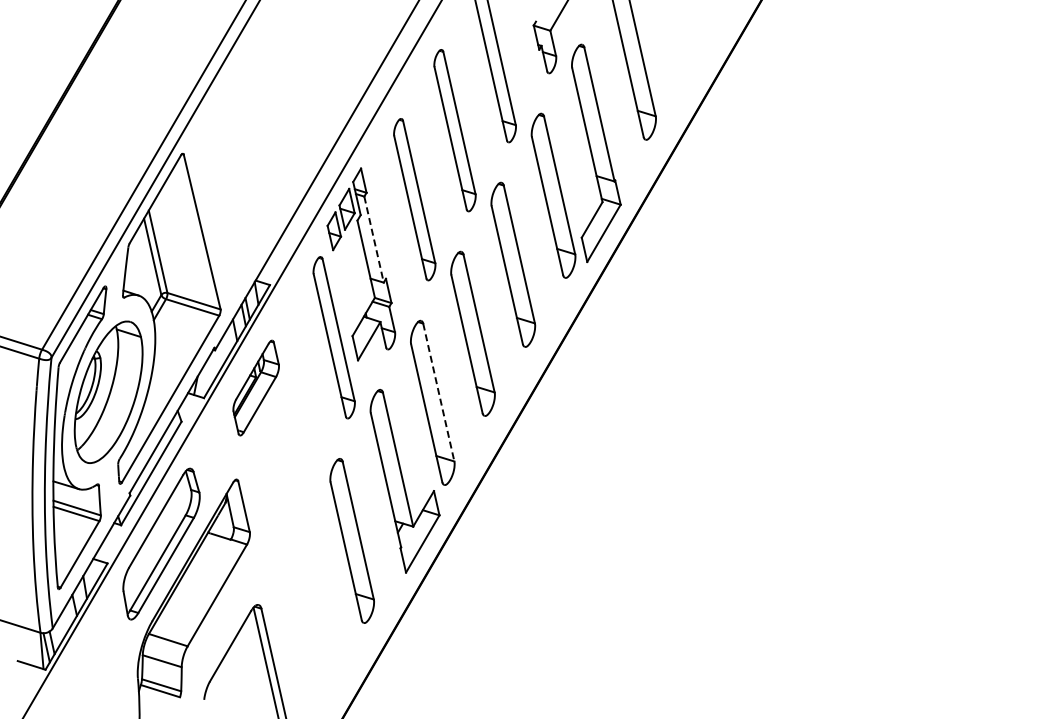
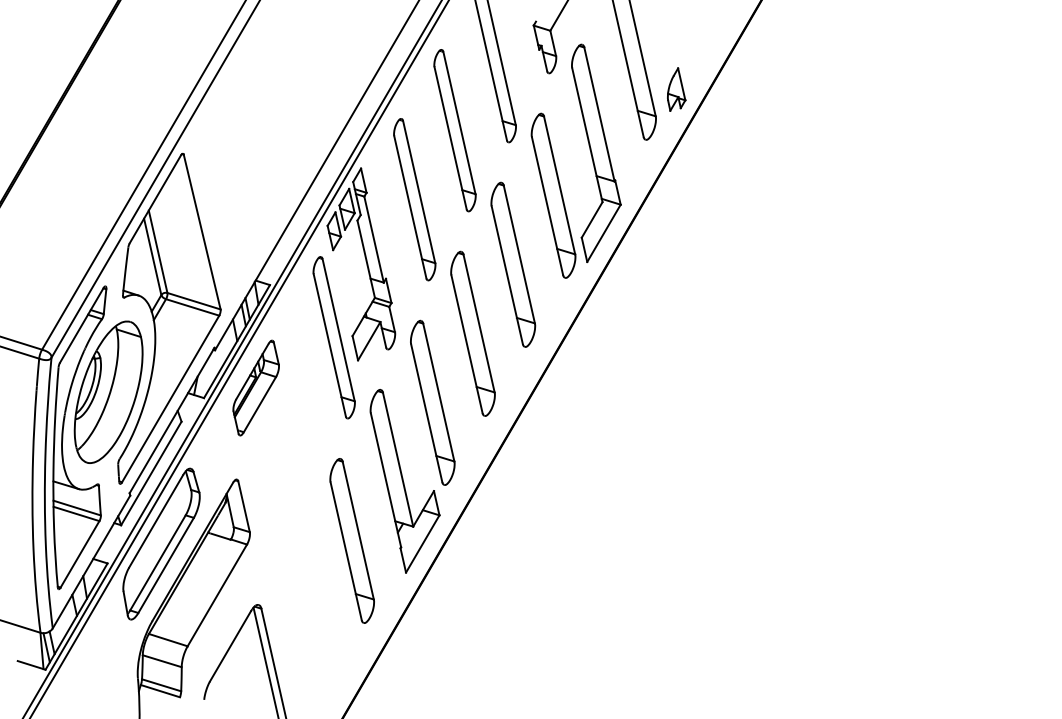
part at (676, 89): none -> present
line at (374, 240): dashed -> solid
line at (239, 358): none -> present
line at (438, 392): dashed -> solid
